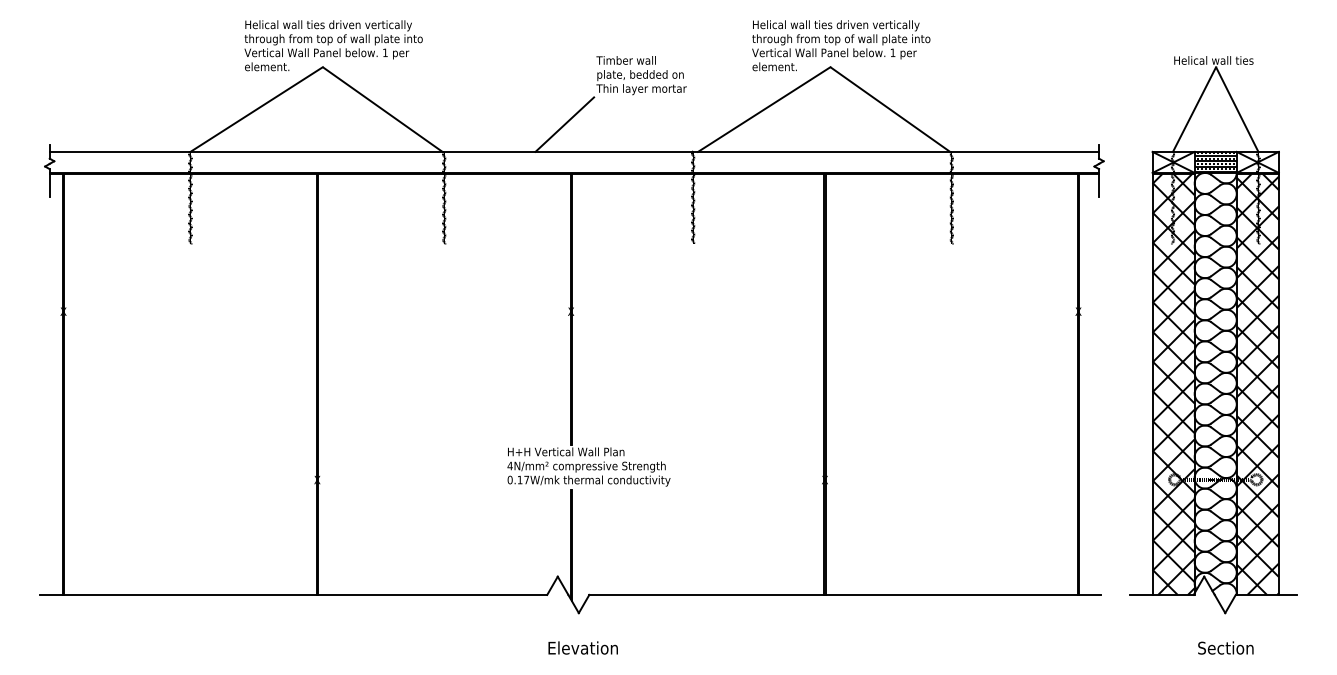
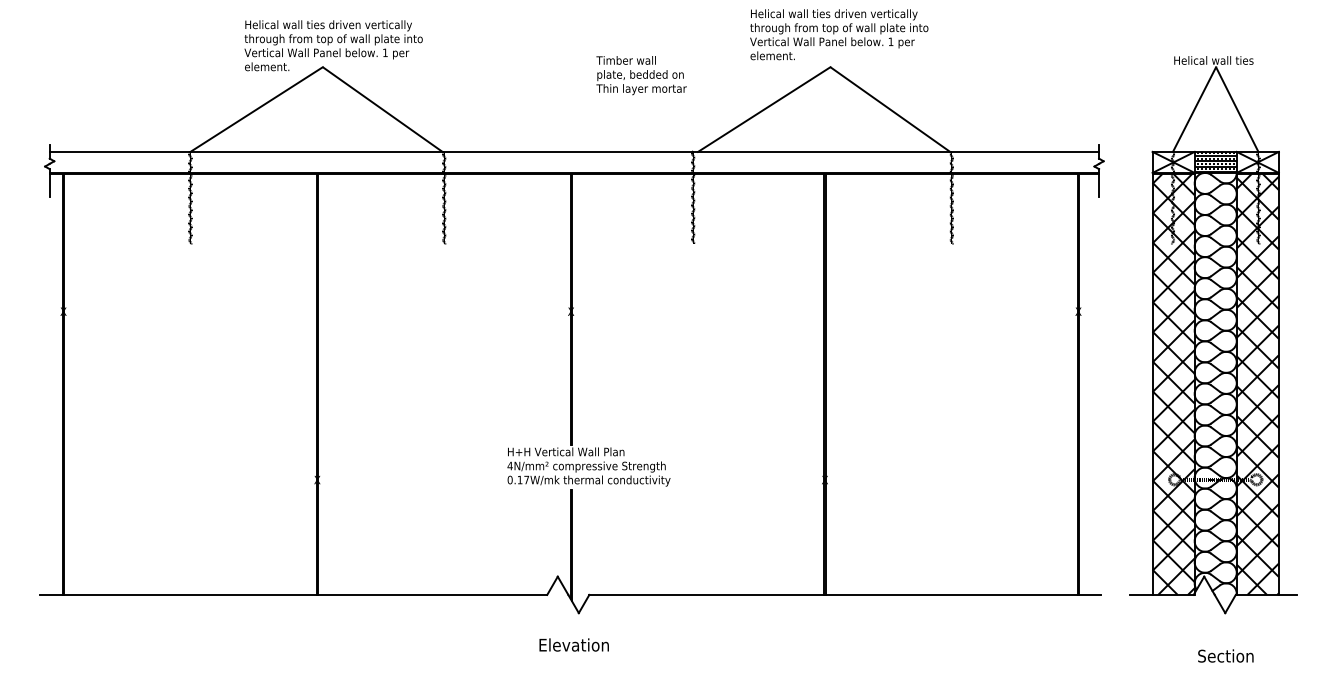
text at (841, 45) position: (841, 45) -> (839, 34)
line at (564, 124): present -> none
text at (582, 647) position: (582, 647) -> (573, 644)
text at (1225, 647) position: (1225, 647) -> (1225, 655)
